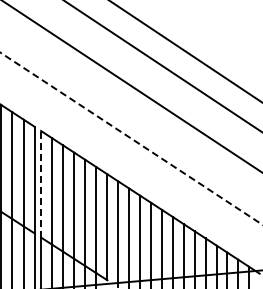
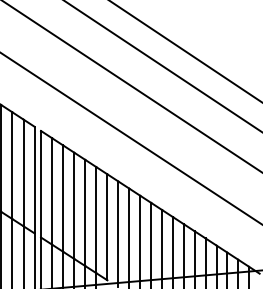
line at (131, 138): dashed -> solid
line at (41, 183): dashed -> solid
